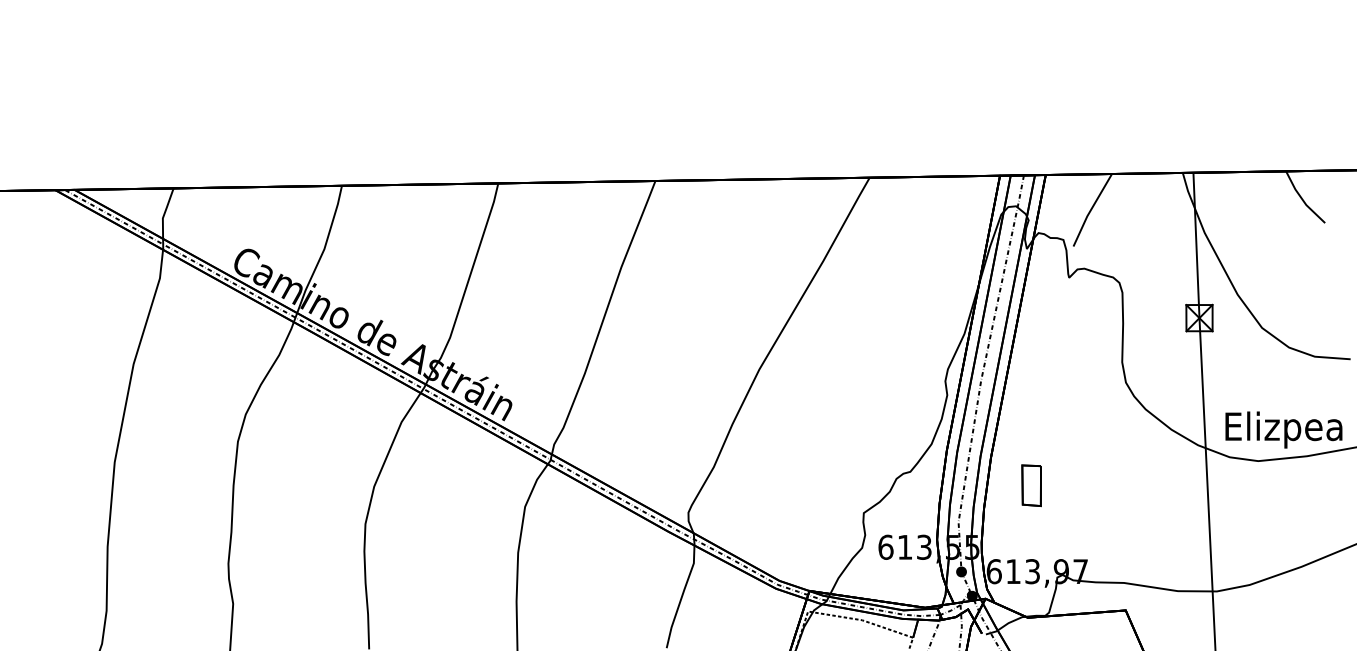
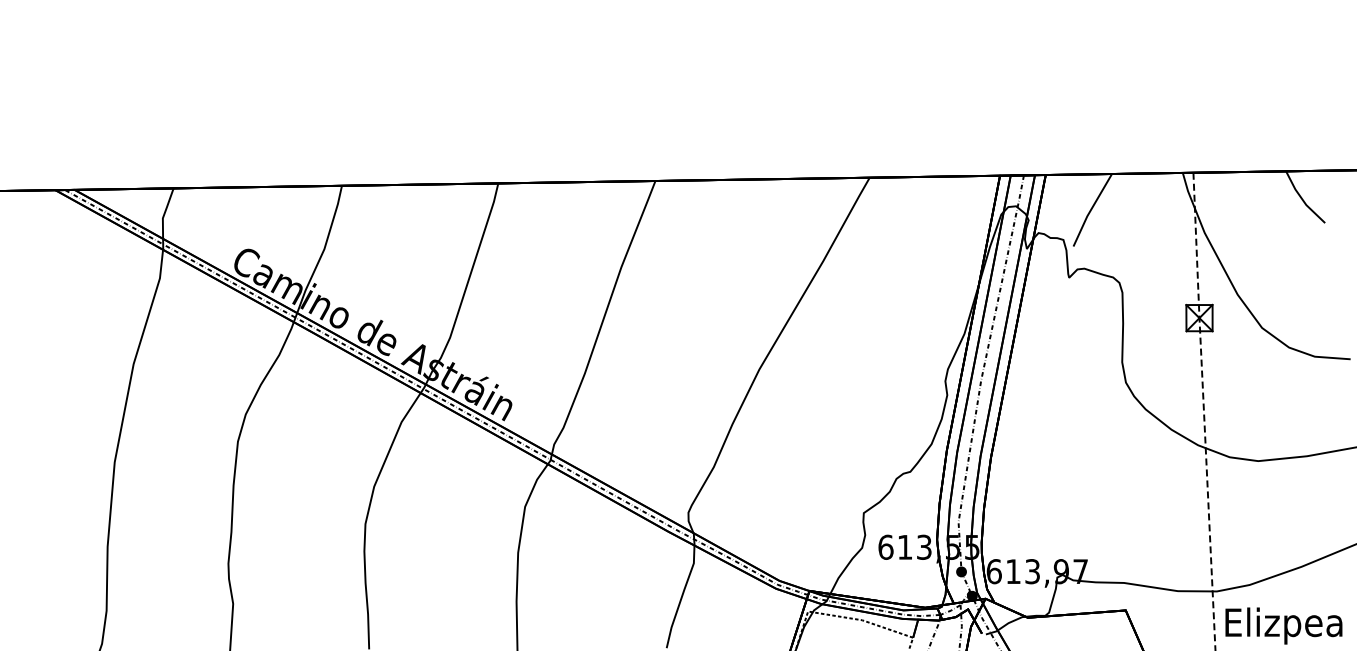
line at (1203, 411): solid -> dashed
text at (1283, 429) position: (1283, 429) -> (1283, 625)
part at (1031, 485): present -> none
